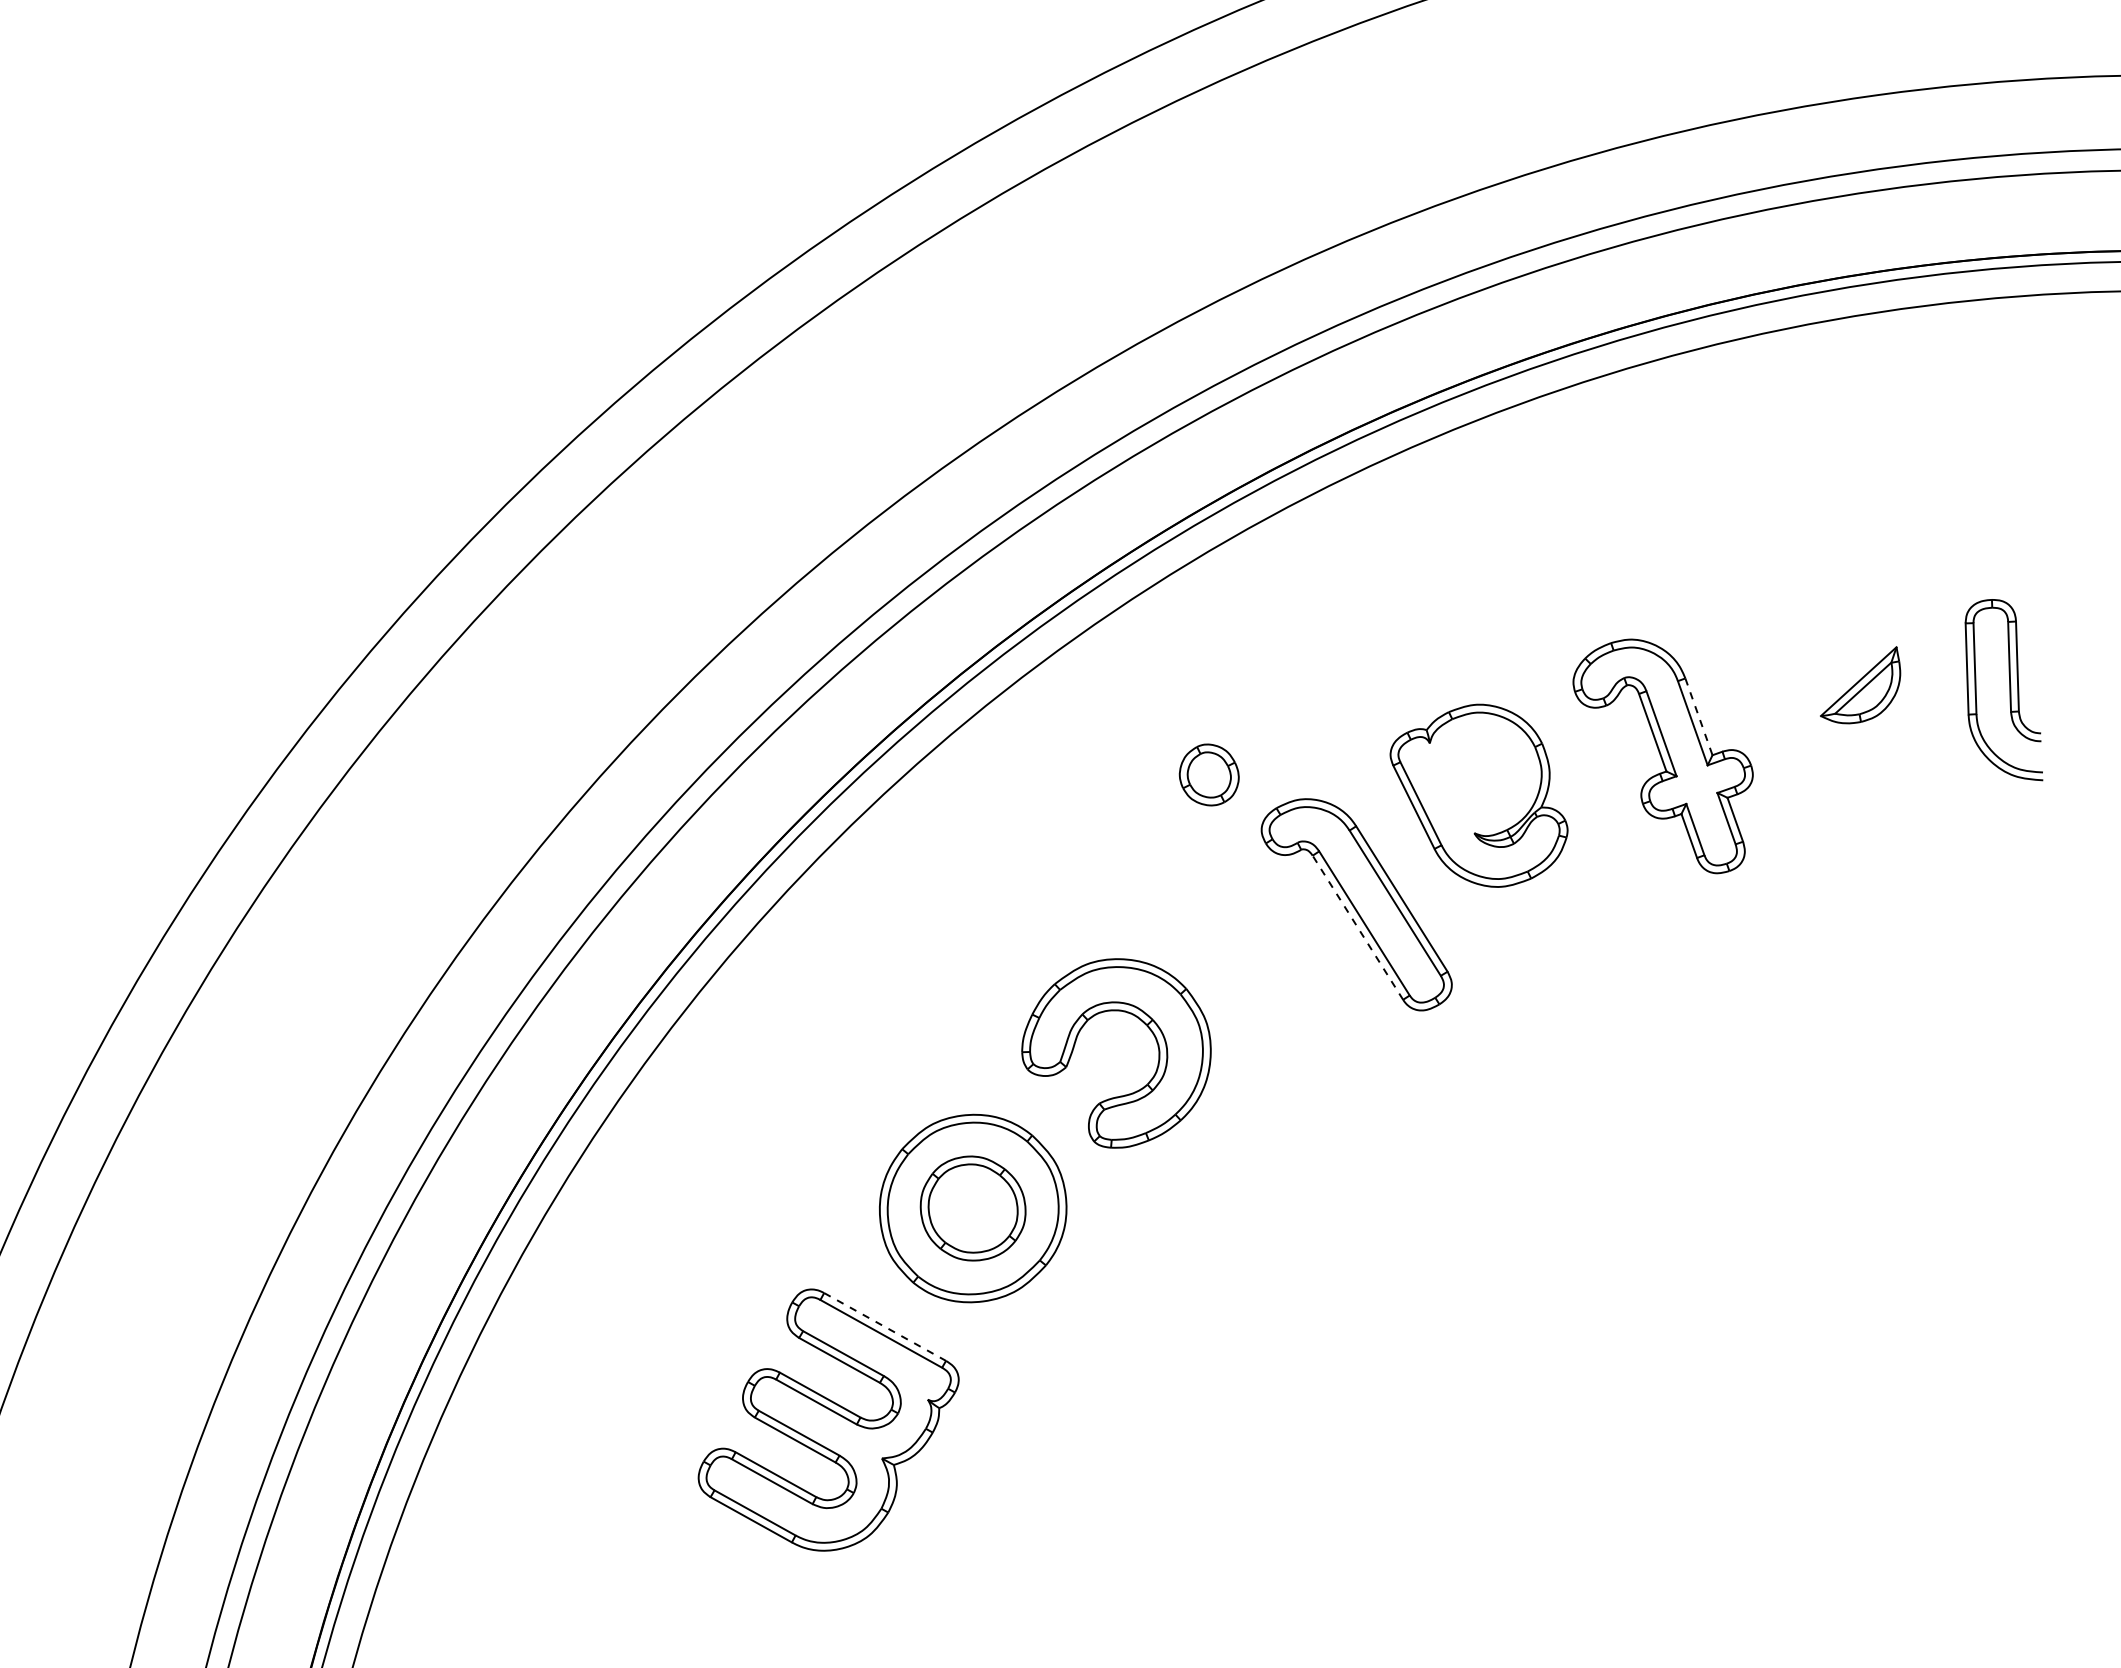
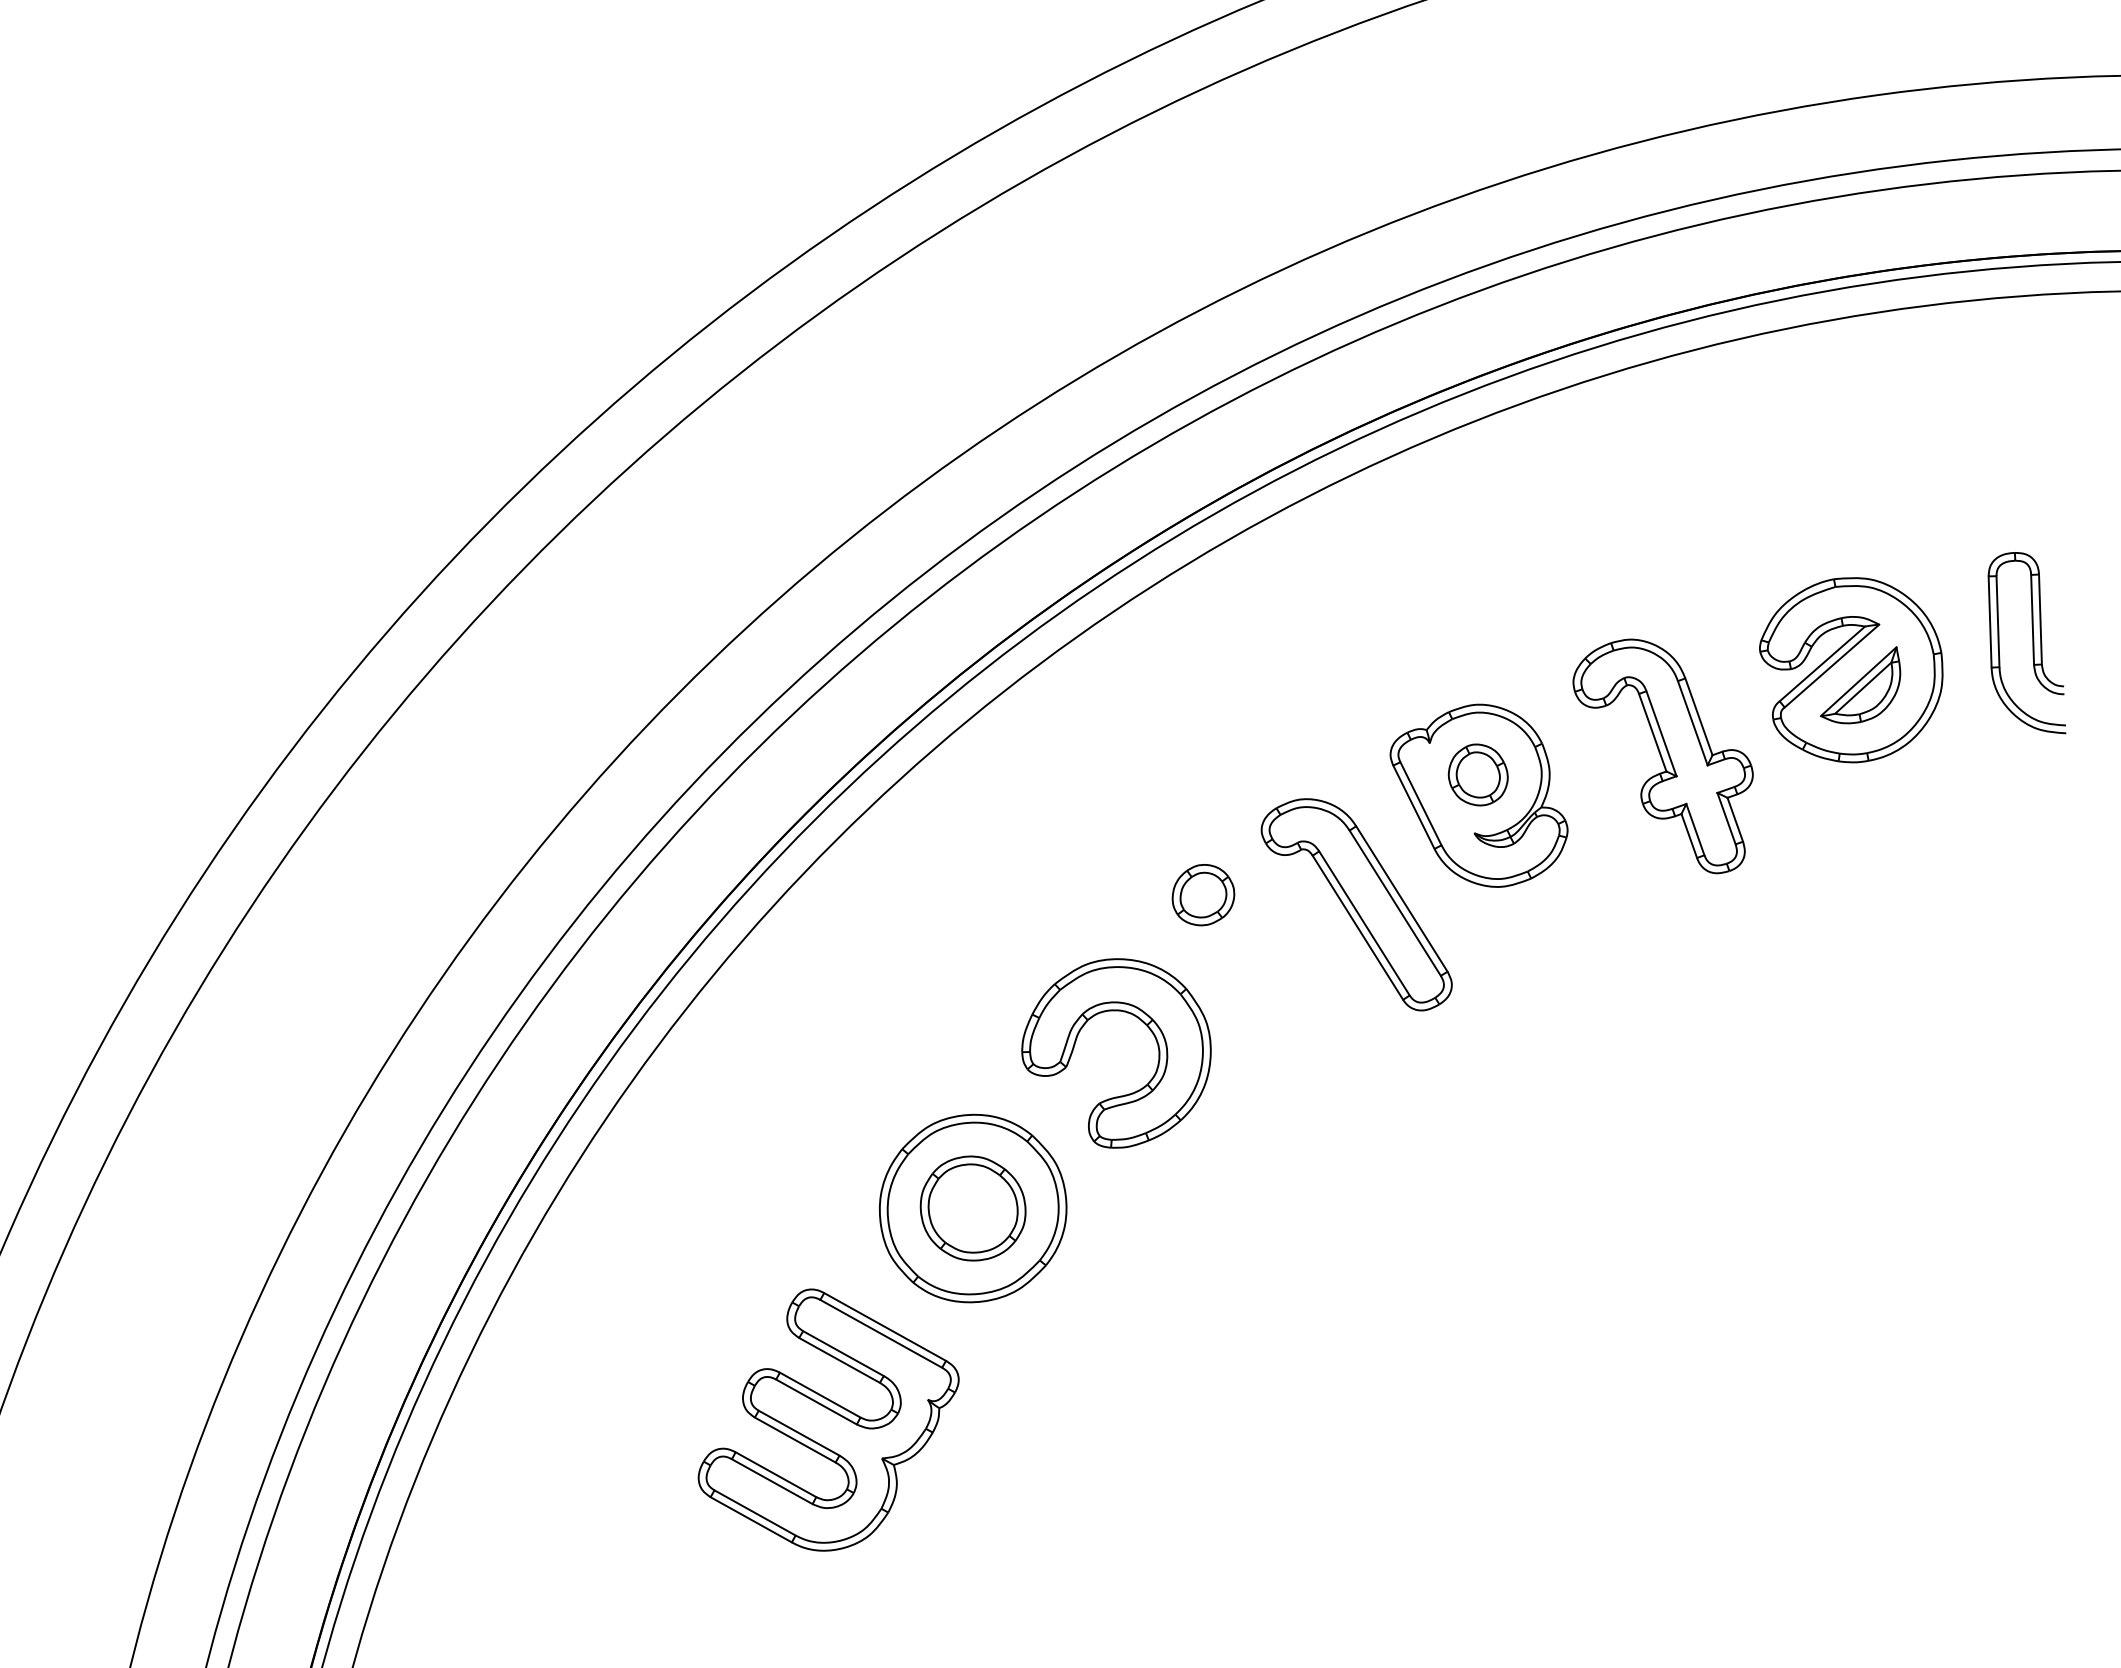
part at (1851, 670): none -> present
part at (2003, 690) position: (2003, 690) -> (2026, 643)
line at (1698, 716): dashed -> solid
part at (1208, 774) position: (1208, 774) -> (1477, 774)
part at (1203, 895): none -> present
line at (1357, 927): dashed -> solid
line at (885, 1326): dashed -> solid
